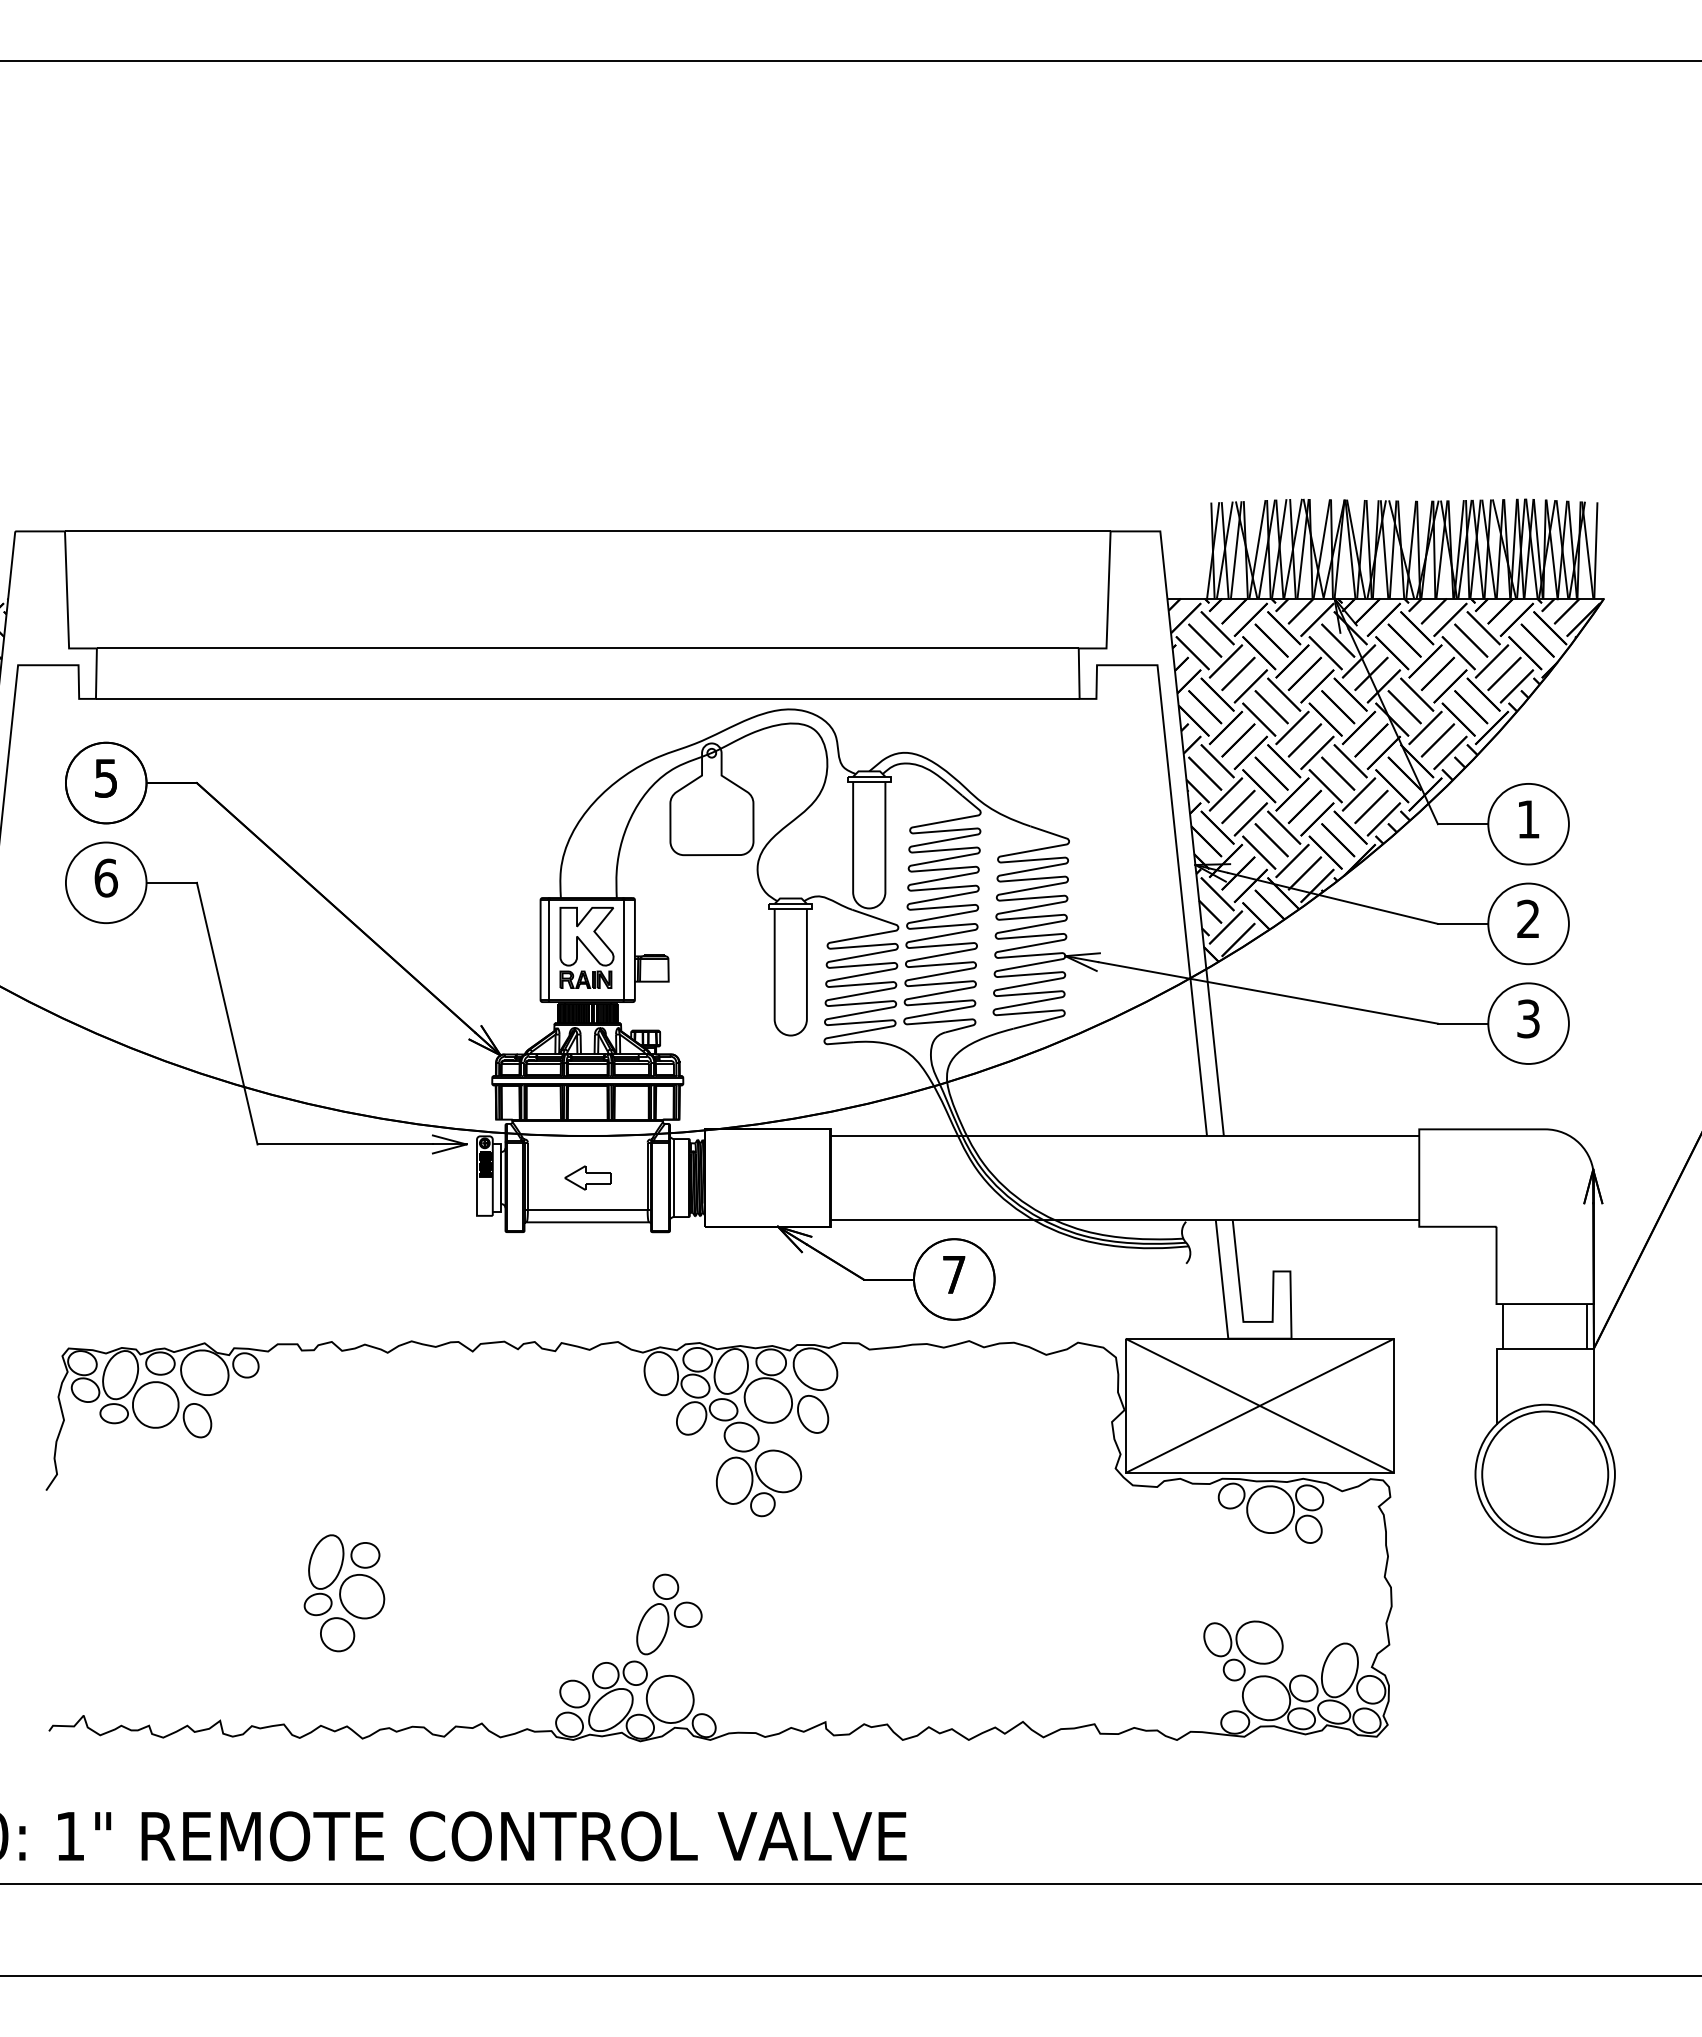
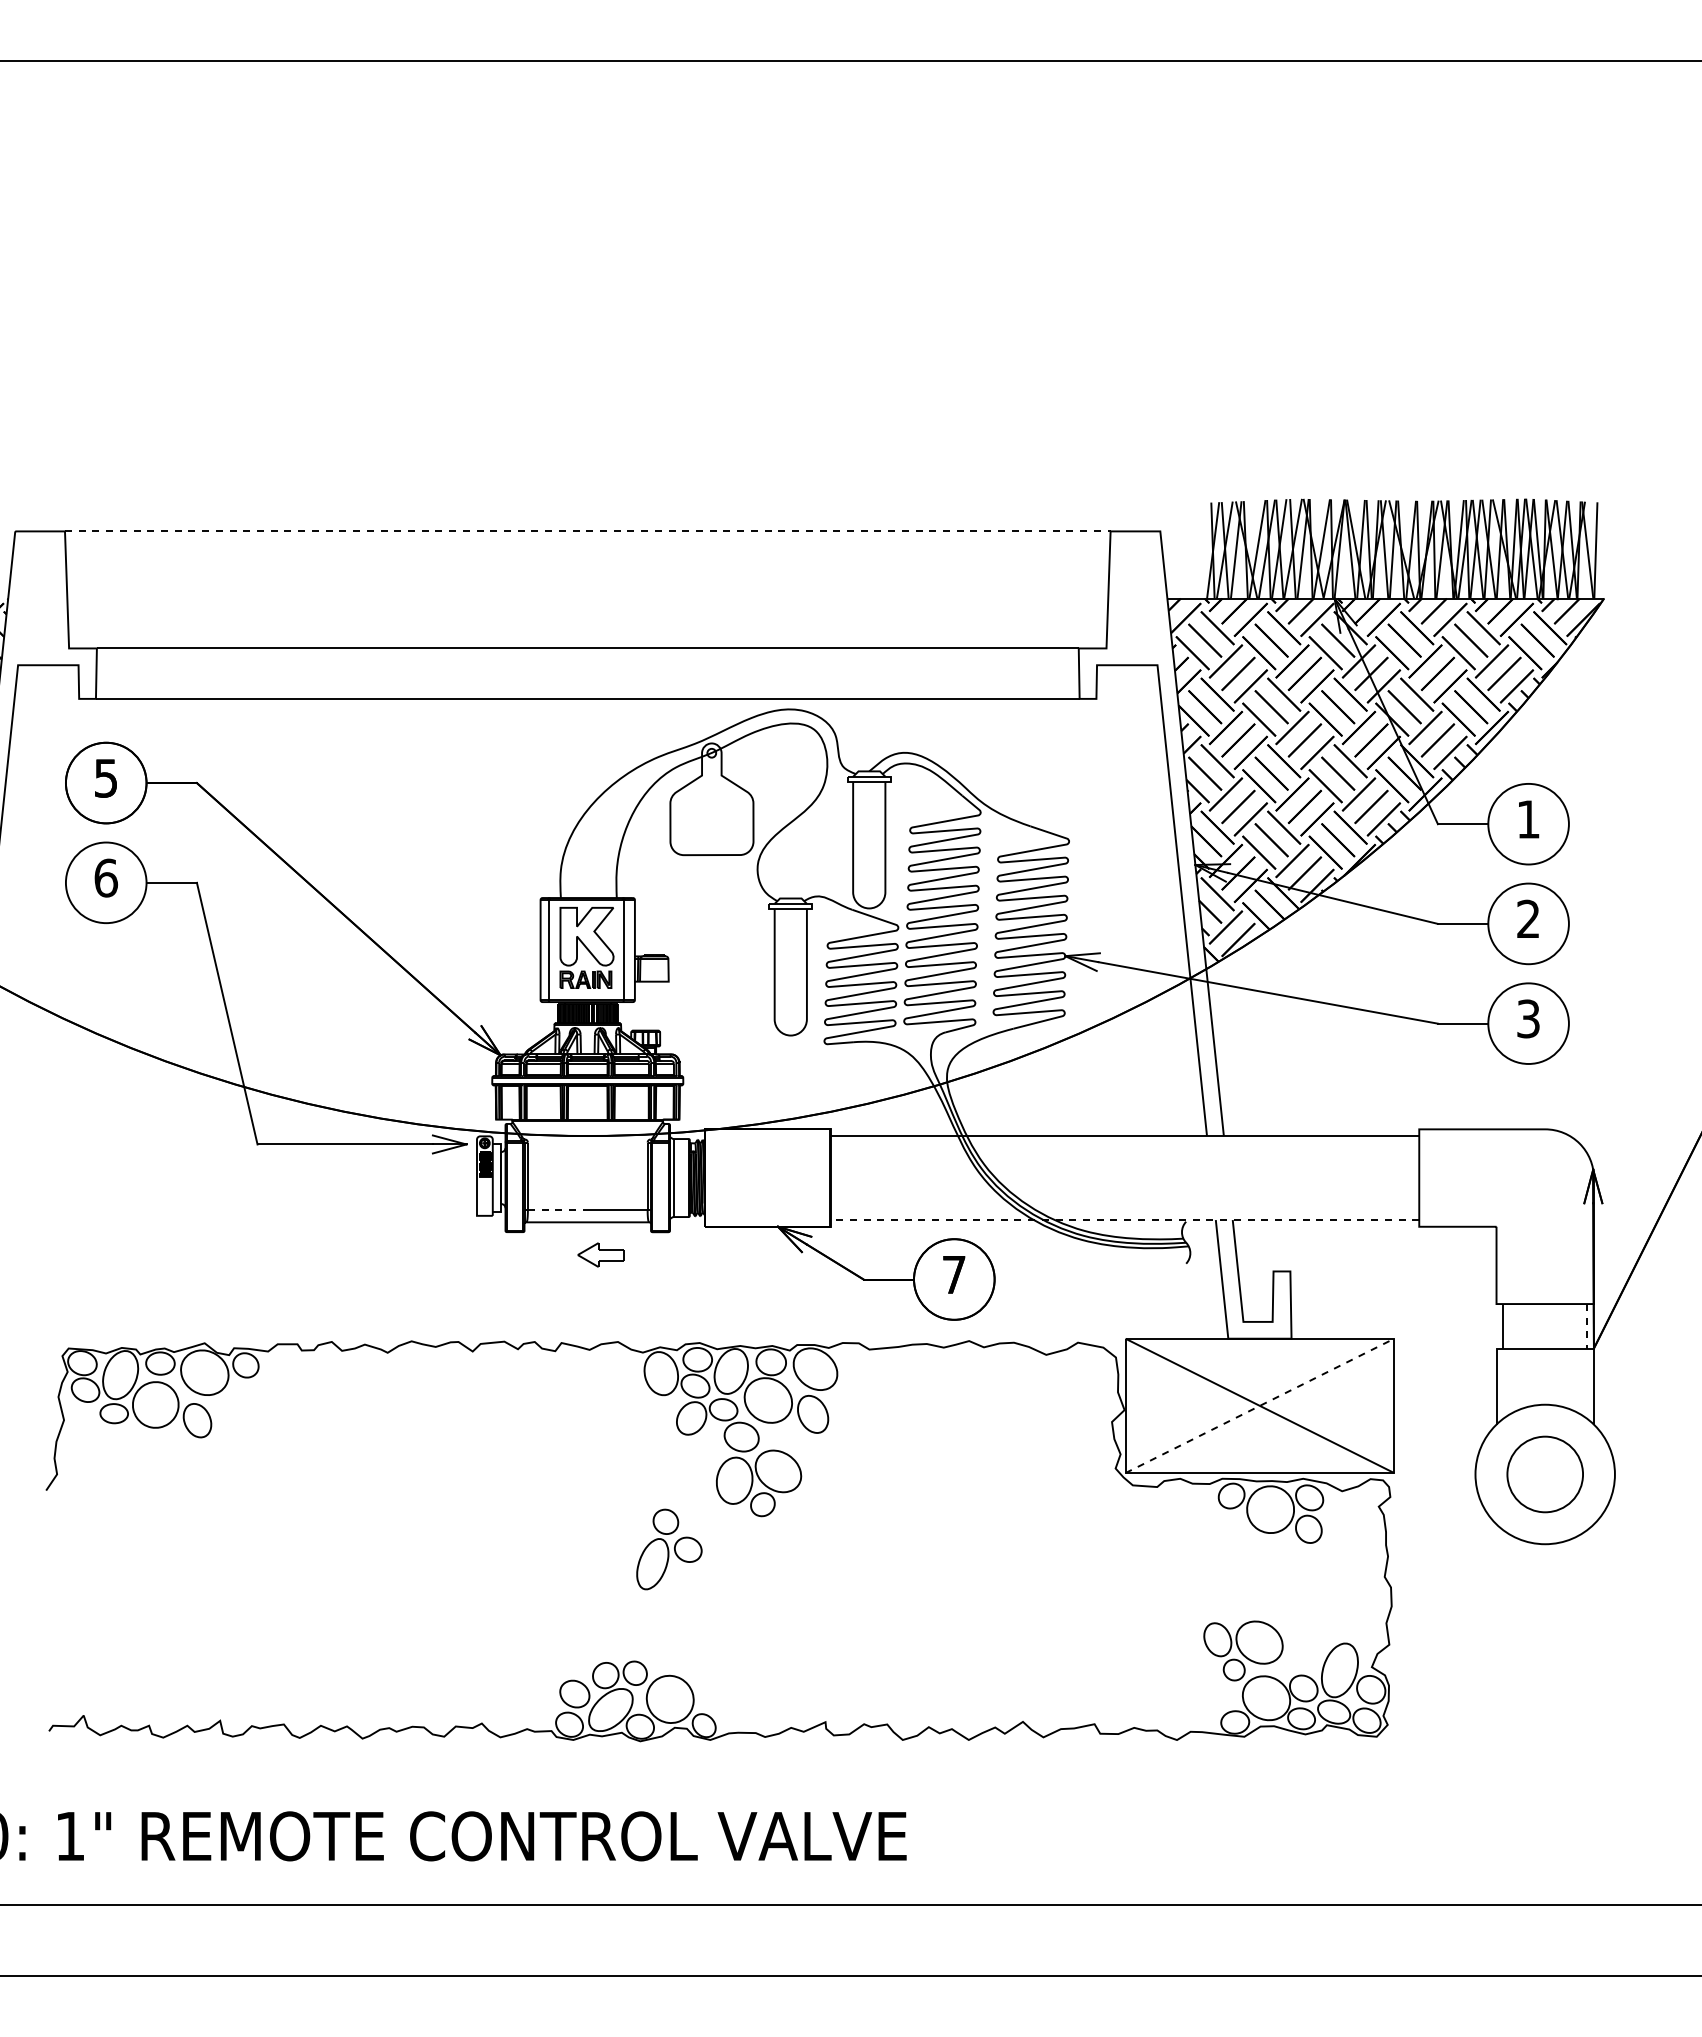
line at (587, 531): solid -> dashed
part at (587, 1177) position: (587, 1177) -> (600, 1254)
line at (557, 1209): solid -> dashed
line at (1124, 1220): solid -> dashed
line at (1587, 1326): solid -> dashed
line at (1260, 1405): solid -> dashed
circle at (1545, 1474) diameter: 126 px -> 76 px
part at (344, 1593): present -> none
part at (669, 1614) position: (669, 1614) -> (669, 1549)
line at (850, 1884) position: (850, 1884) -> (850, 1905)
